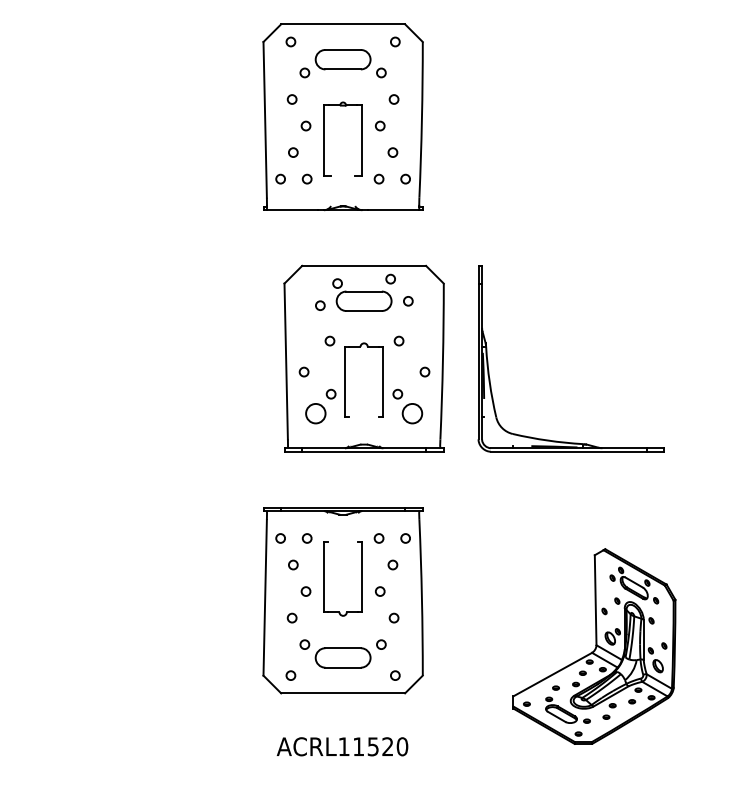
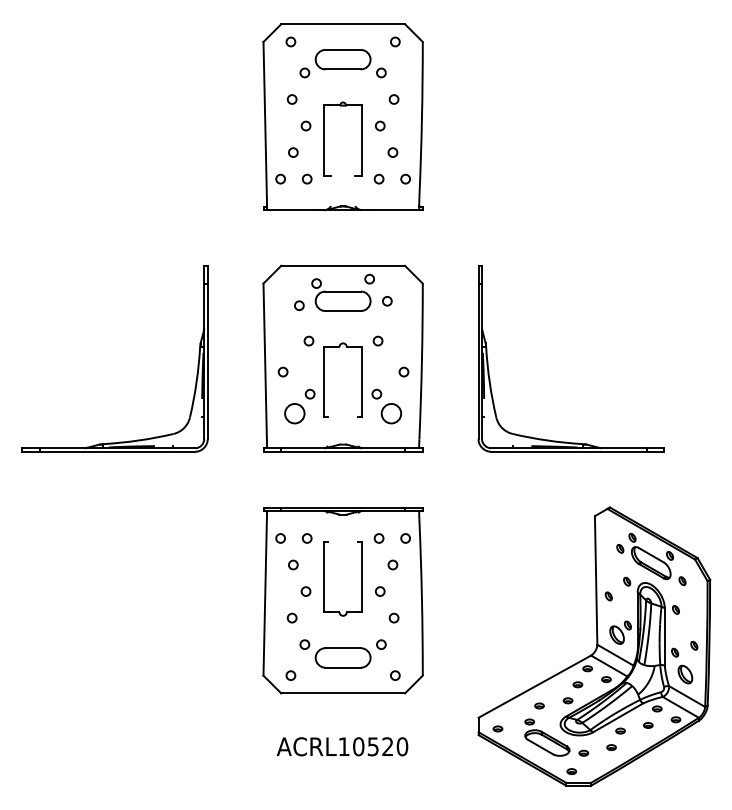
part at (363, 358) position: (363, 358) -> (342, 358)
part at (197, 363): none -> present
part at (594, 646) size: 165x197 px -> 235x281 px
text at (358, 746): ACRL11520 -> ACRL10520
